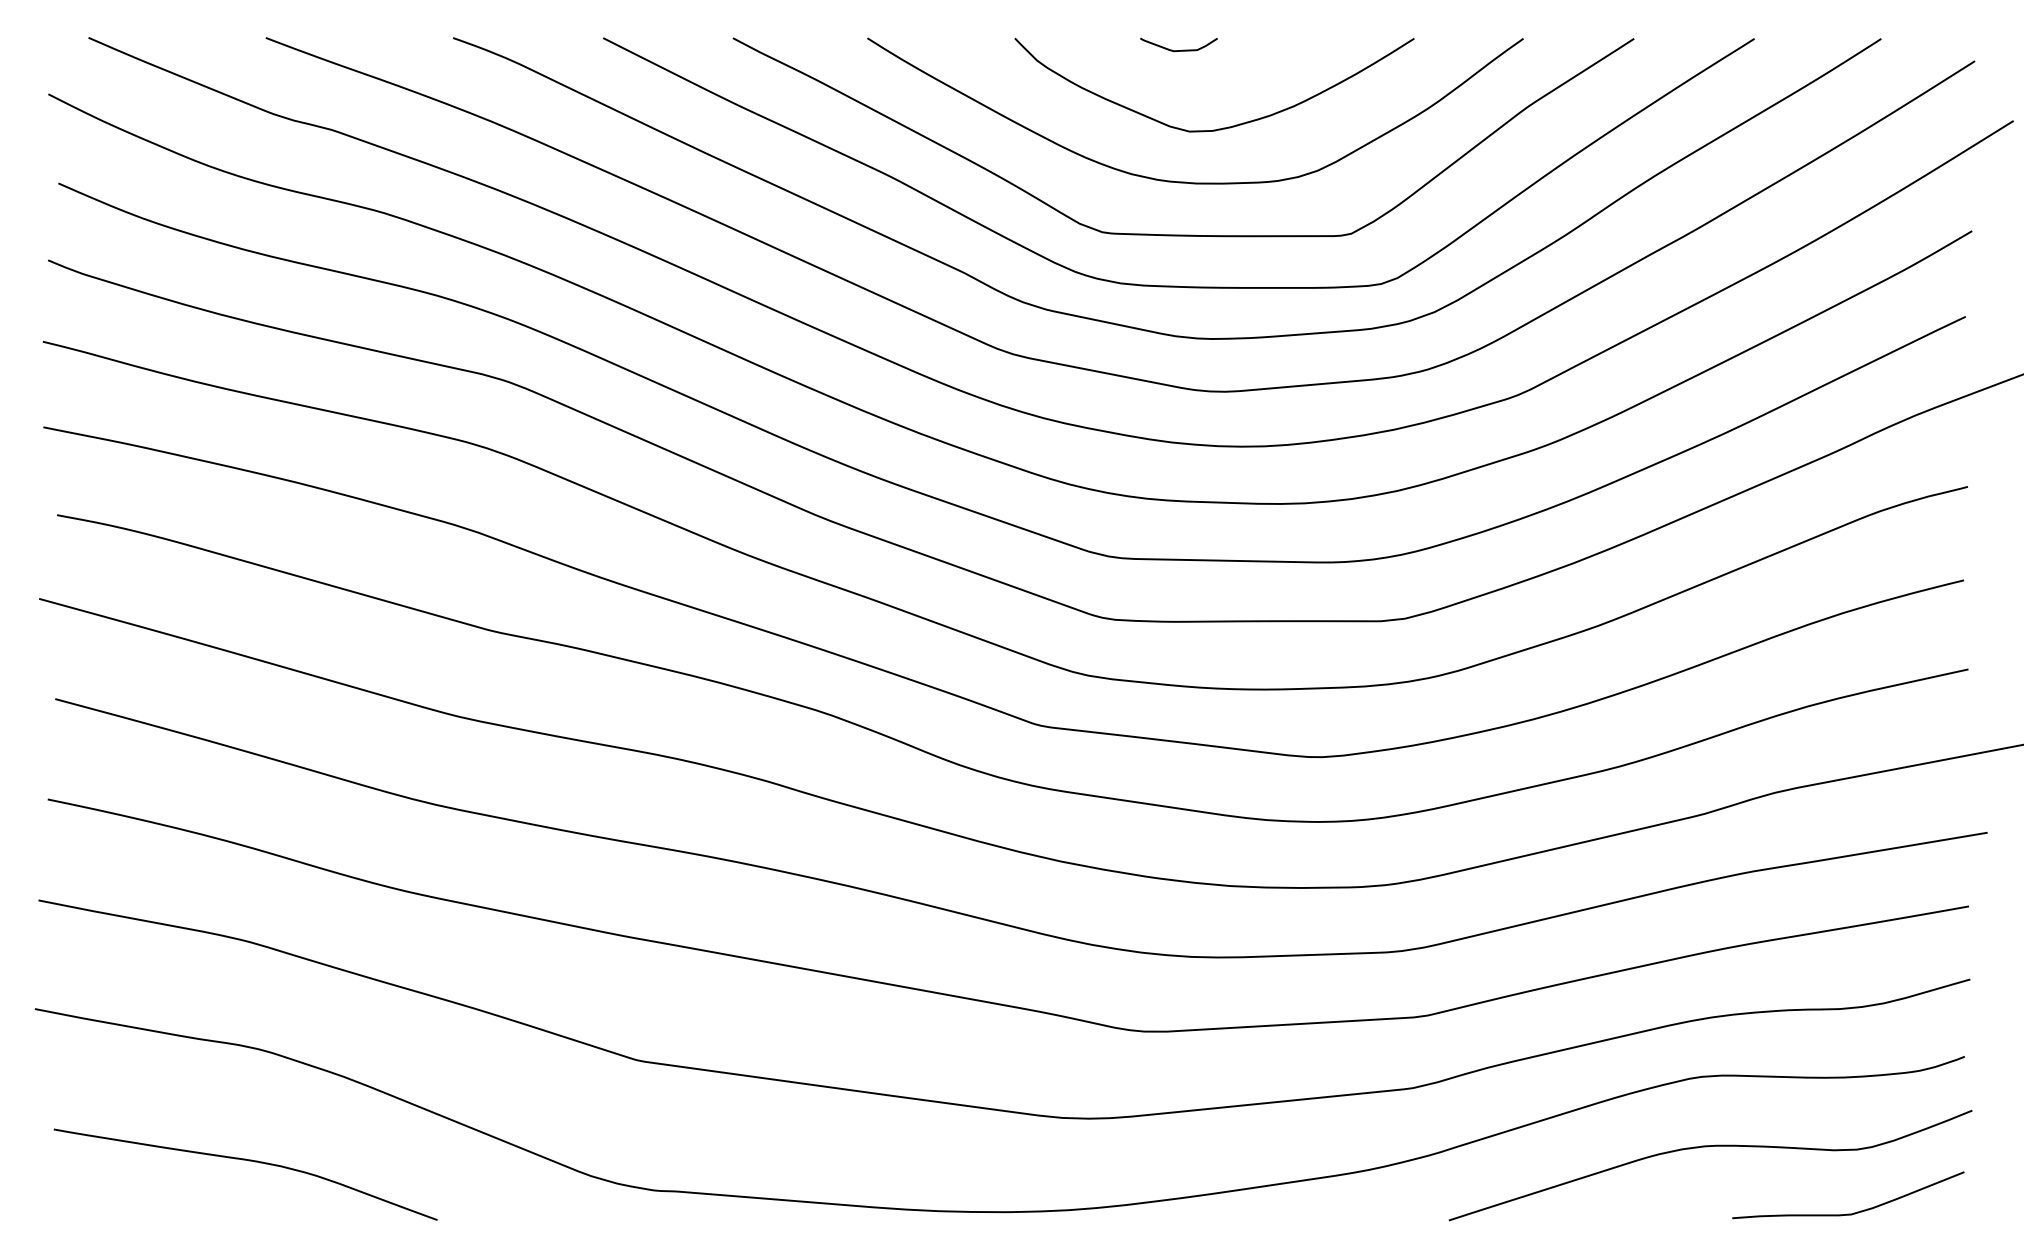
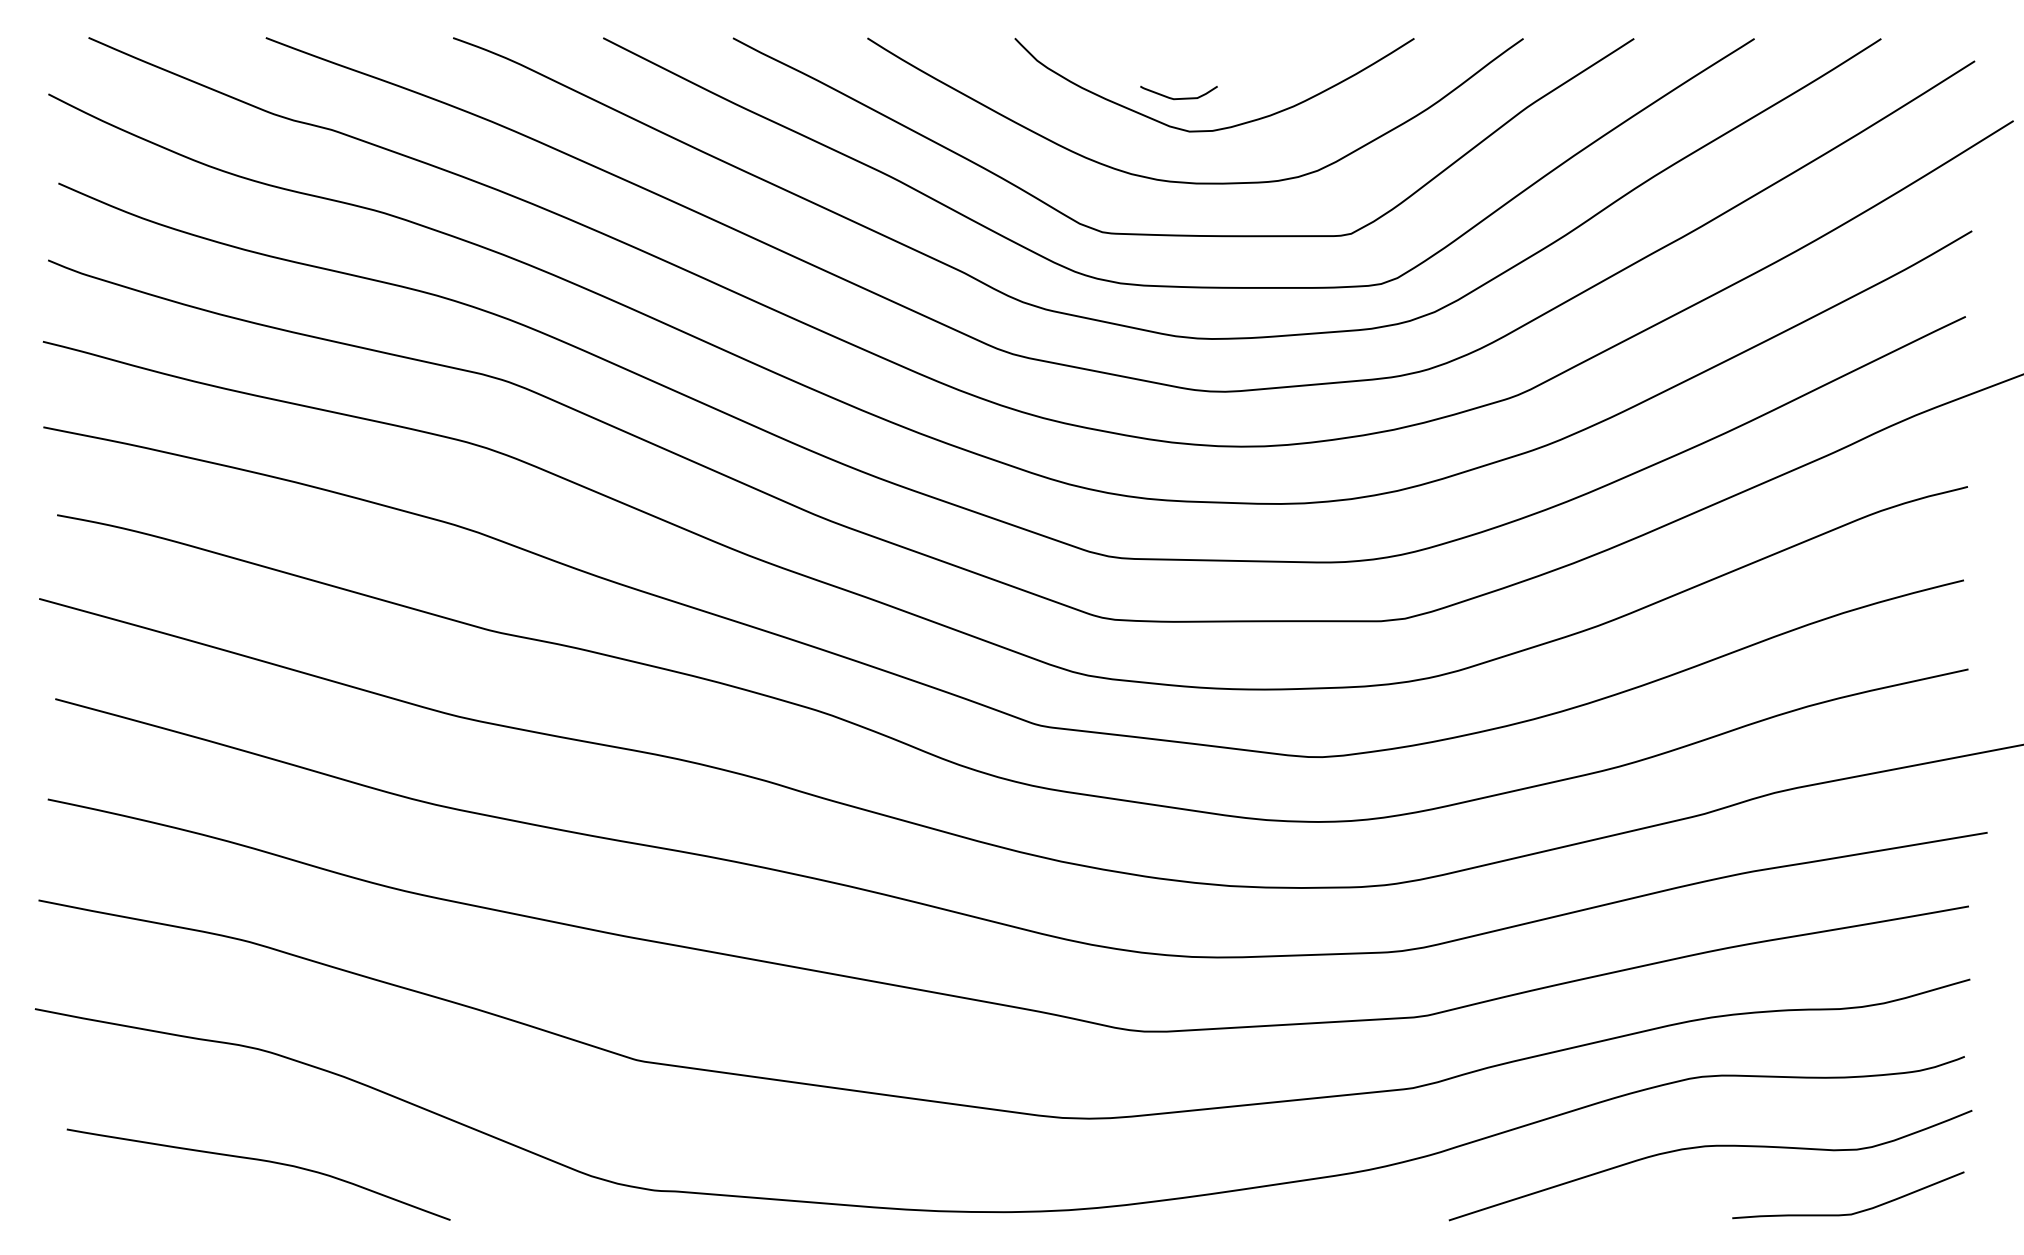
curve at (1178, 50) position: (1178, 50) -> (1178, 98)
curve at (248, 1161) position: (248, 1161) -> (261, 1161)
